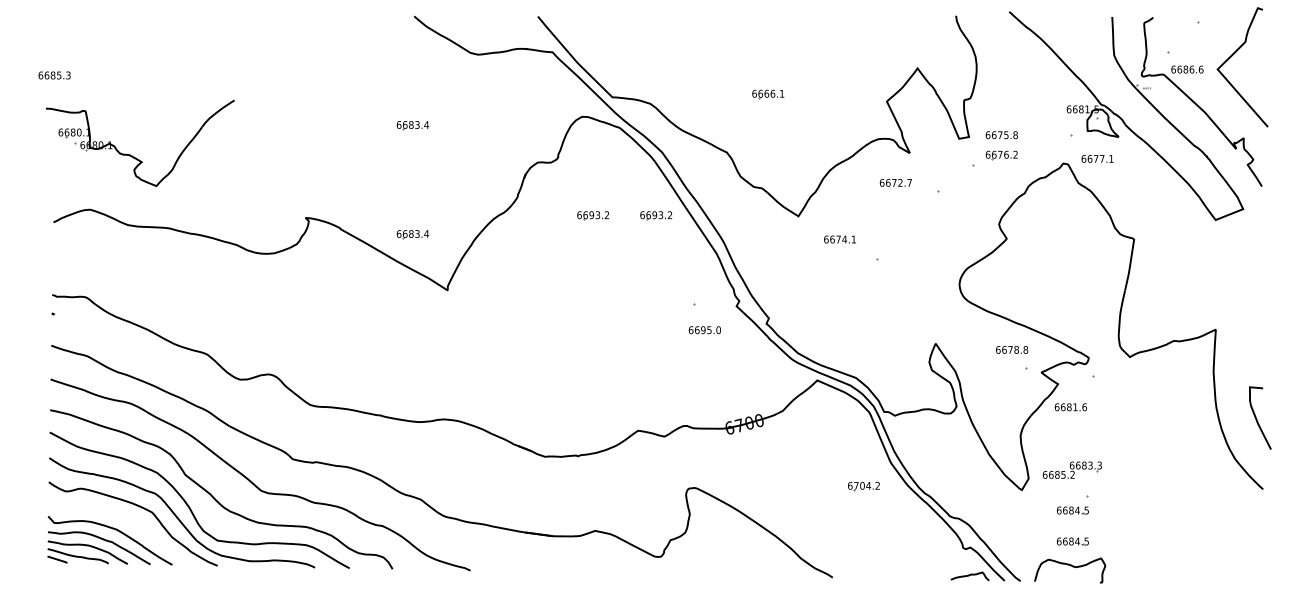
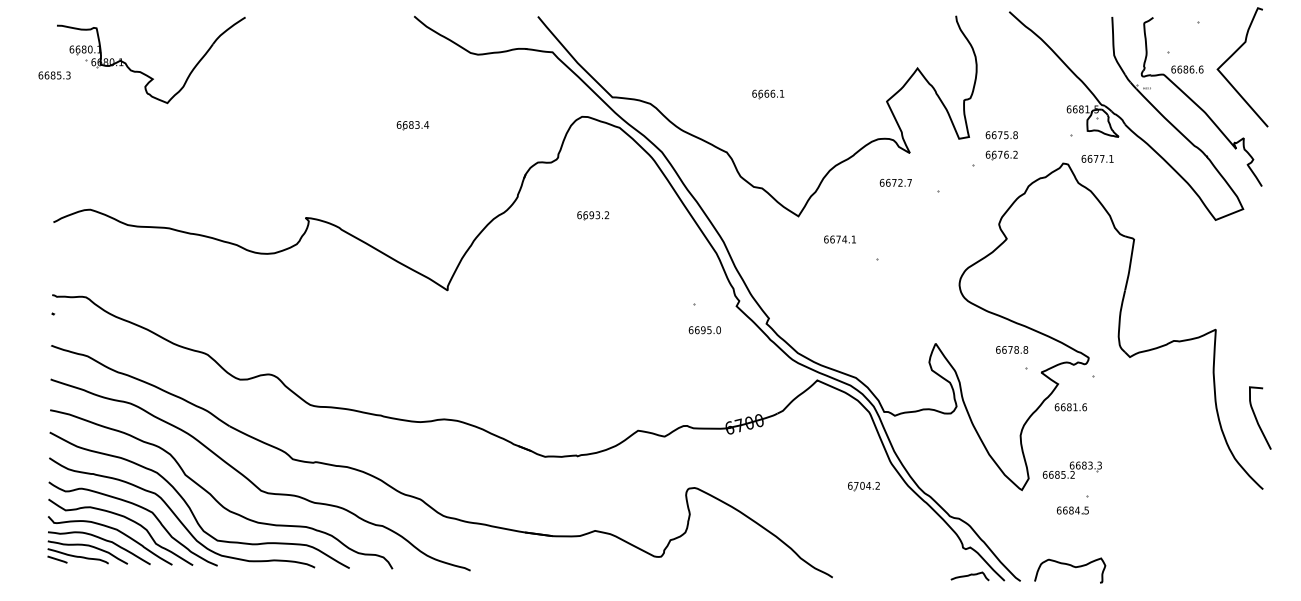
part at (134, 156) position: (134, 156) -> (145, 73)
part at (656, 215): present -> none
part at (412, 234): present -> none
curve at (127, 519): none -> present
part at (1072, 541): present -> none
